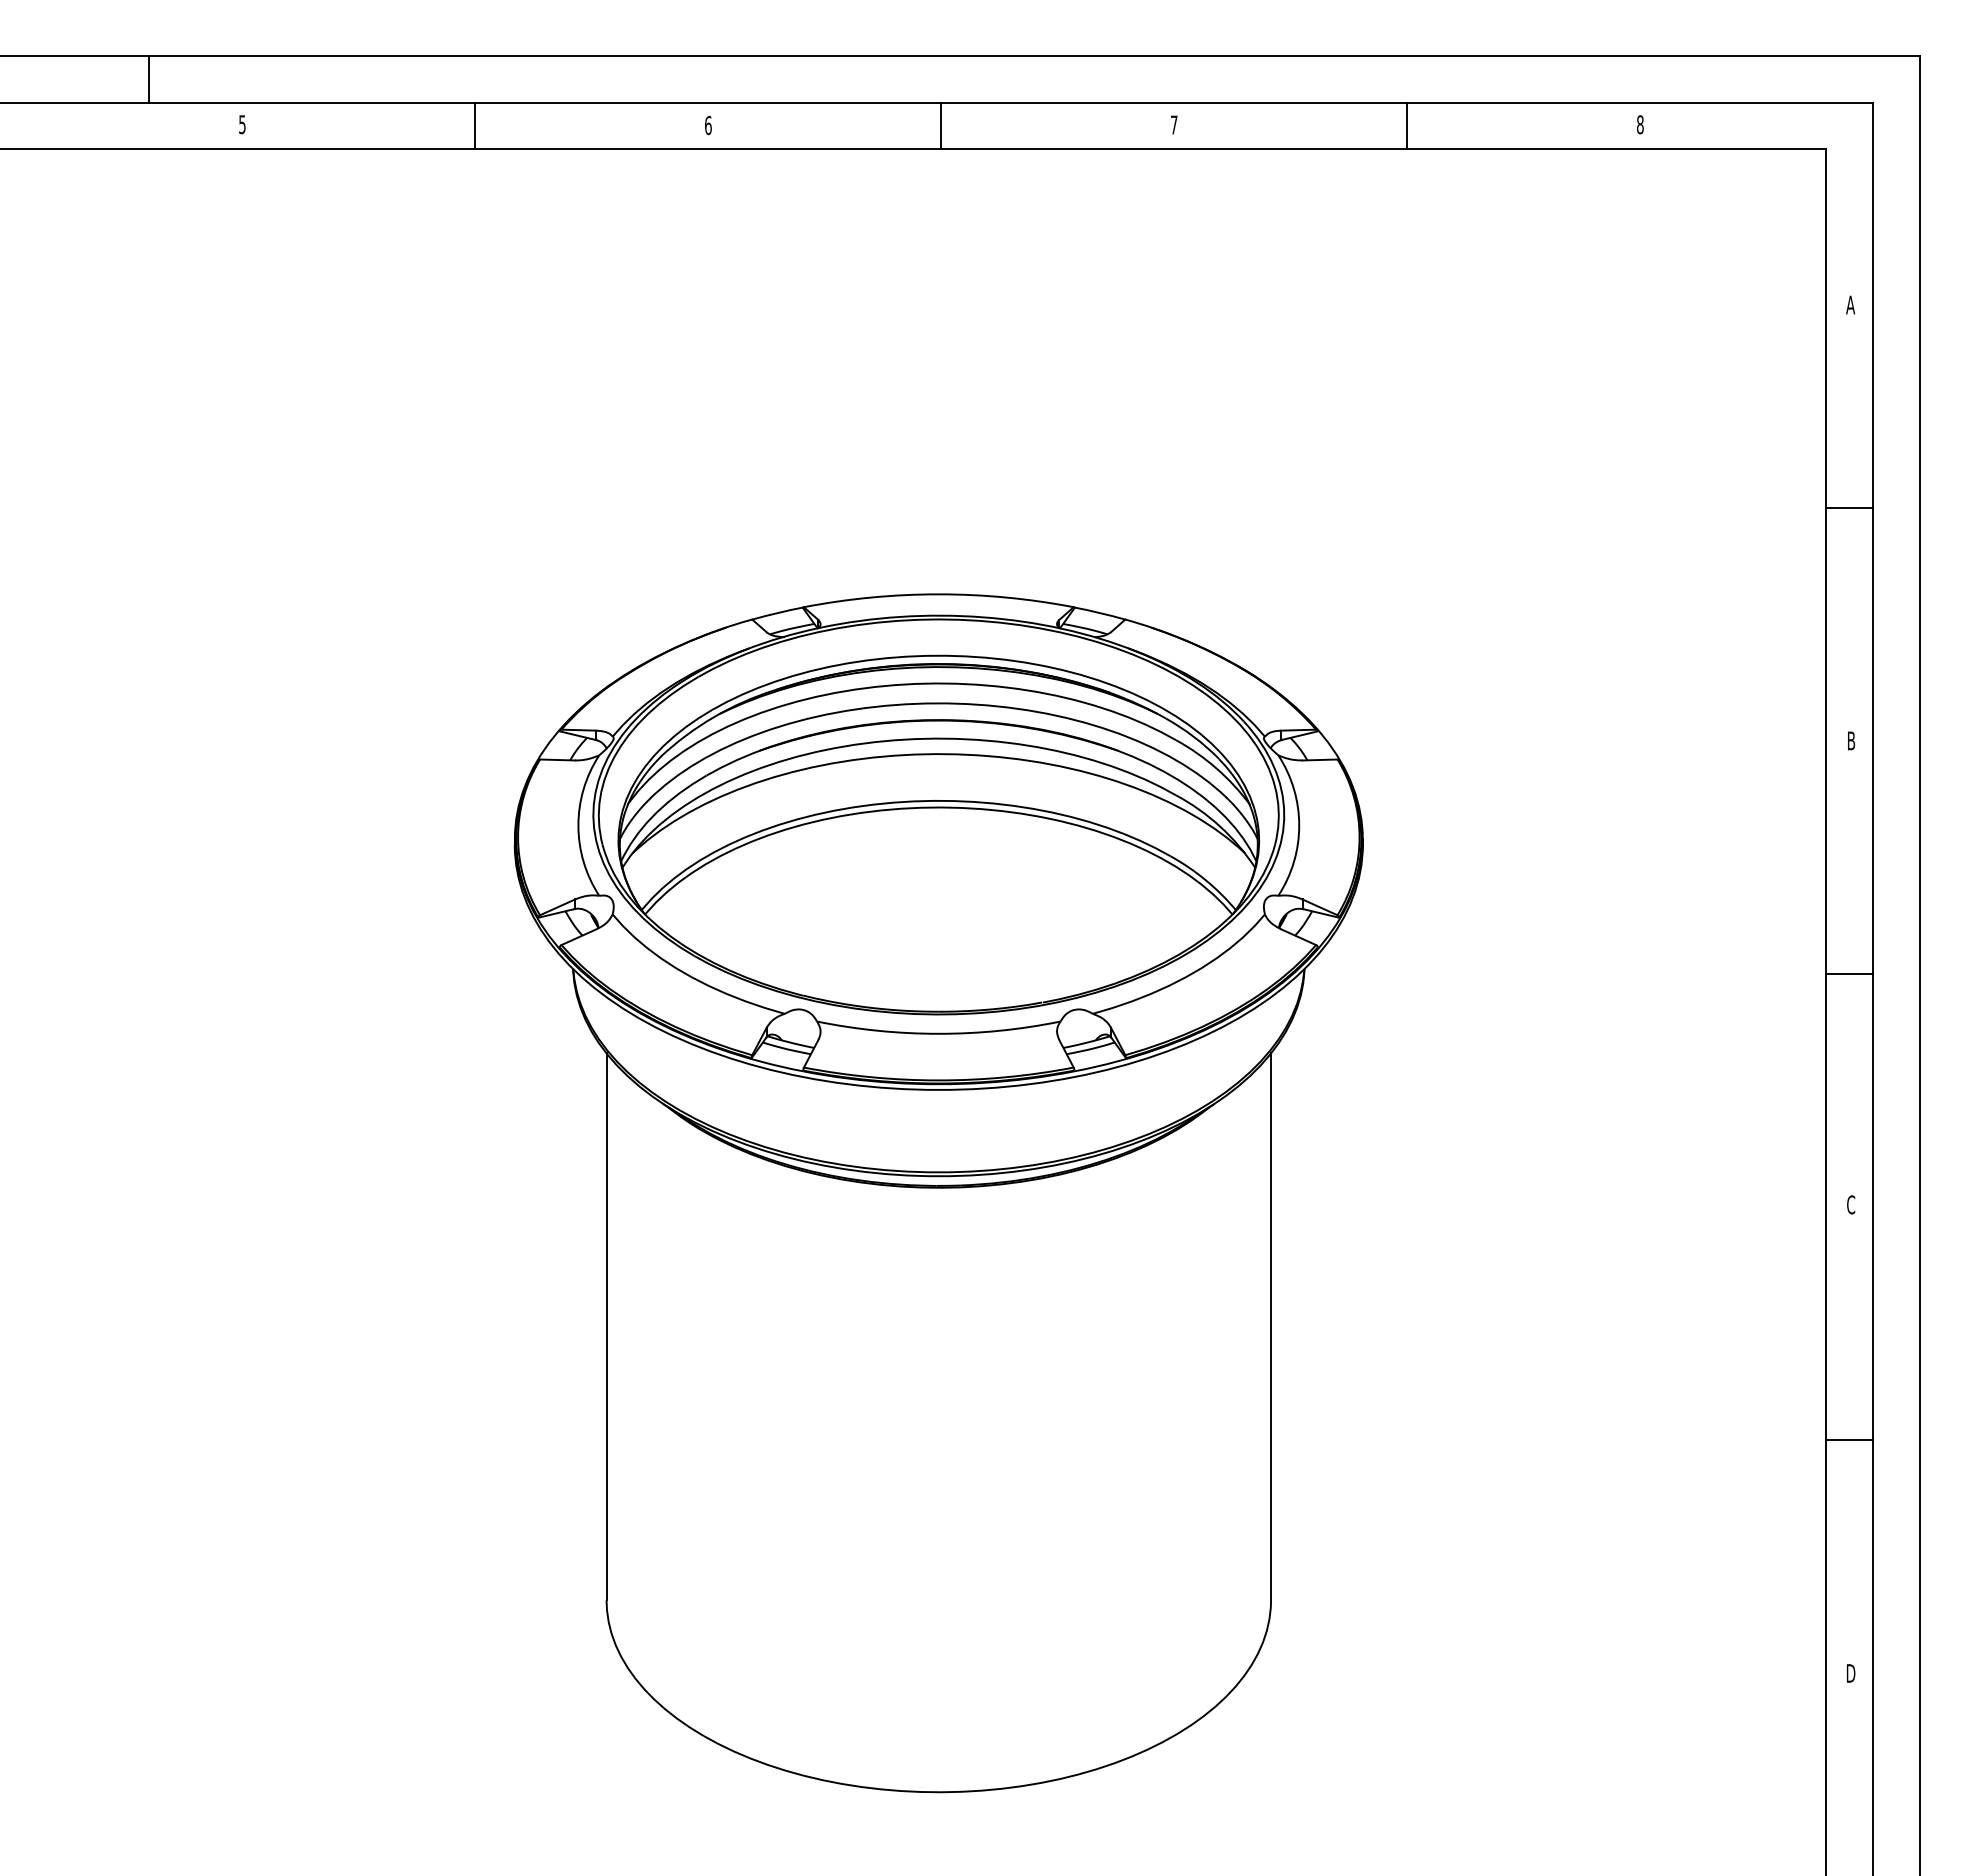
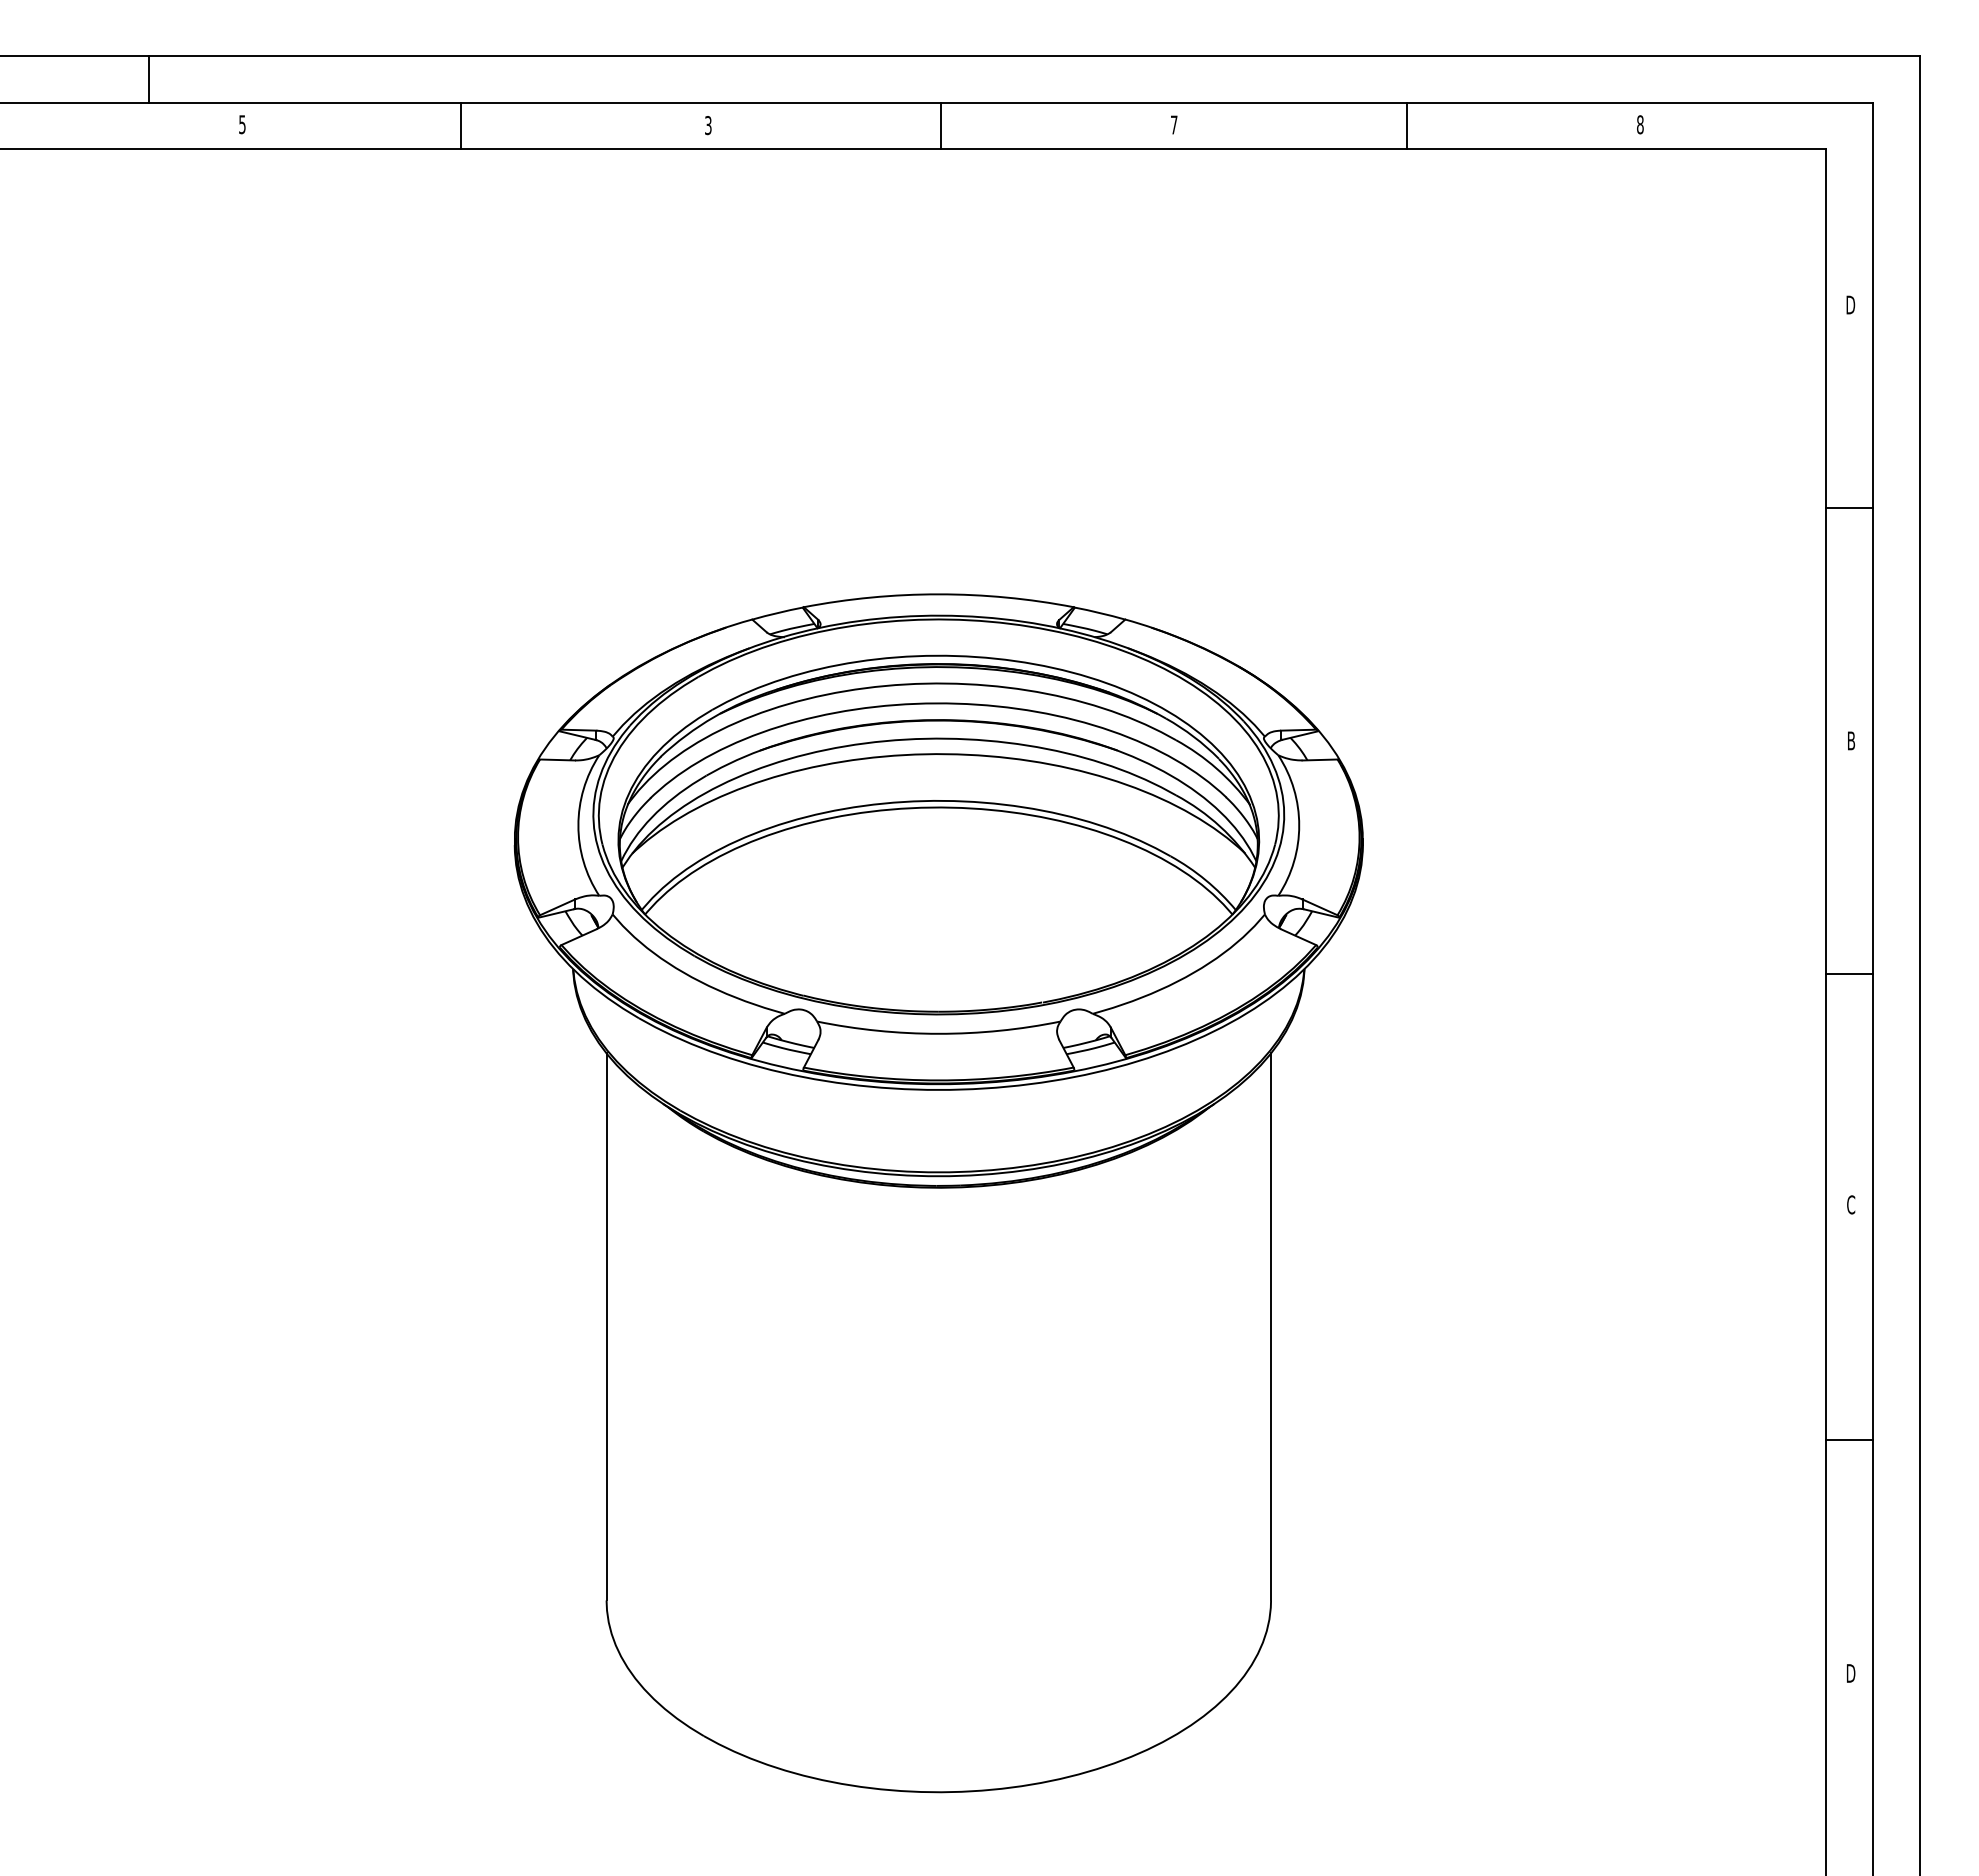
line at (475, 125) position: (475, 125) -> (461, 125)
text at (708, 125): 6 -> 3
text at (1850, 304): A -> D
